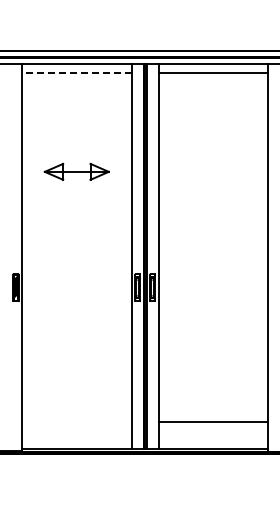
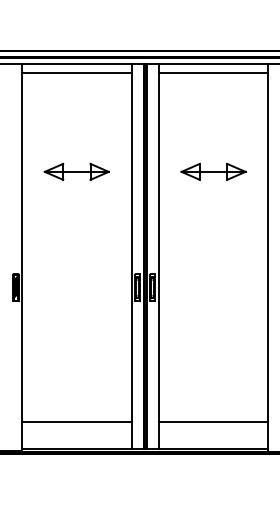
line at (76, 72): dashed -> solid
part at (213, 171): none -> present
line at (76, 422): none -> present
